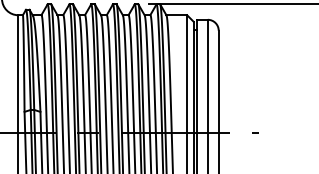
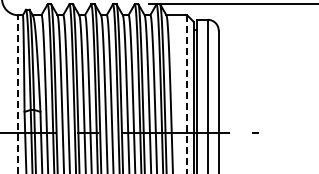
line at (18, 94): solid -> dashed
line at (187, 94): solid -> dashed
